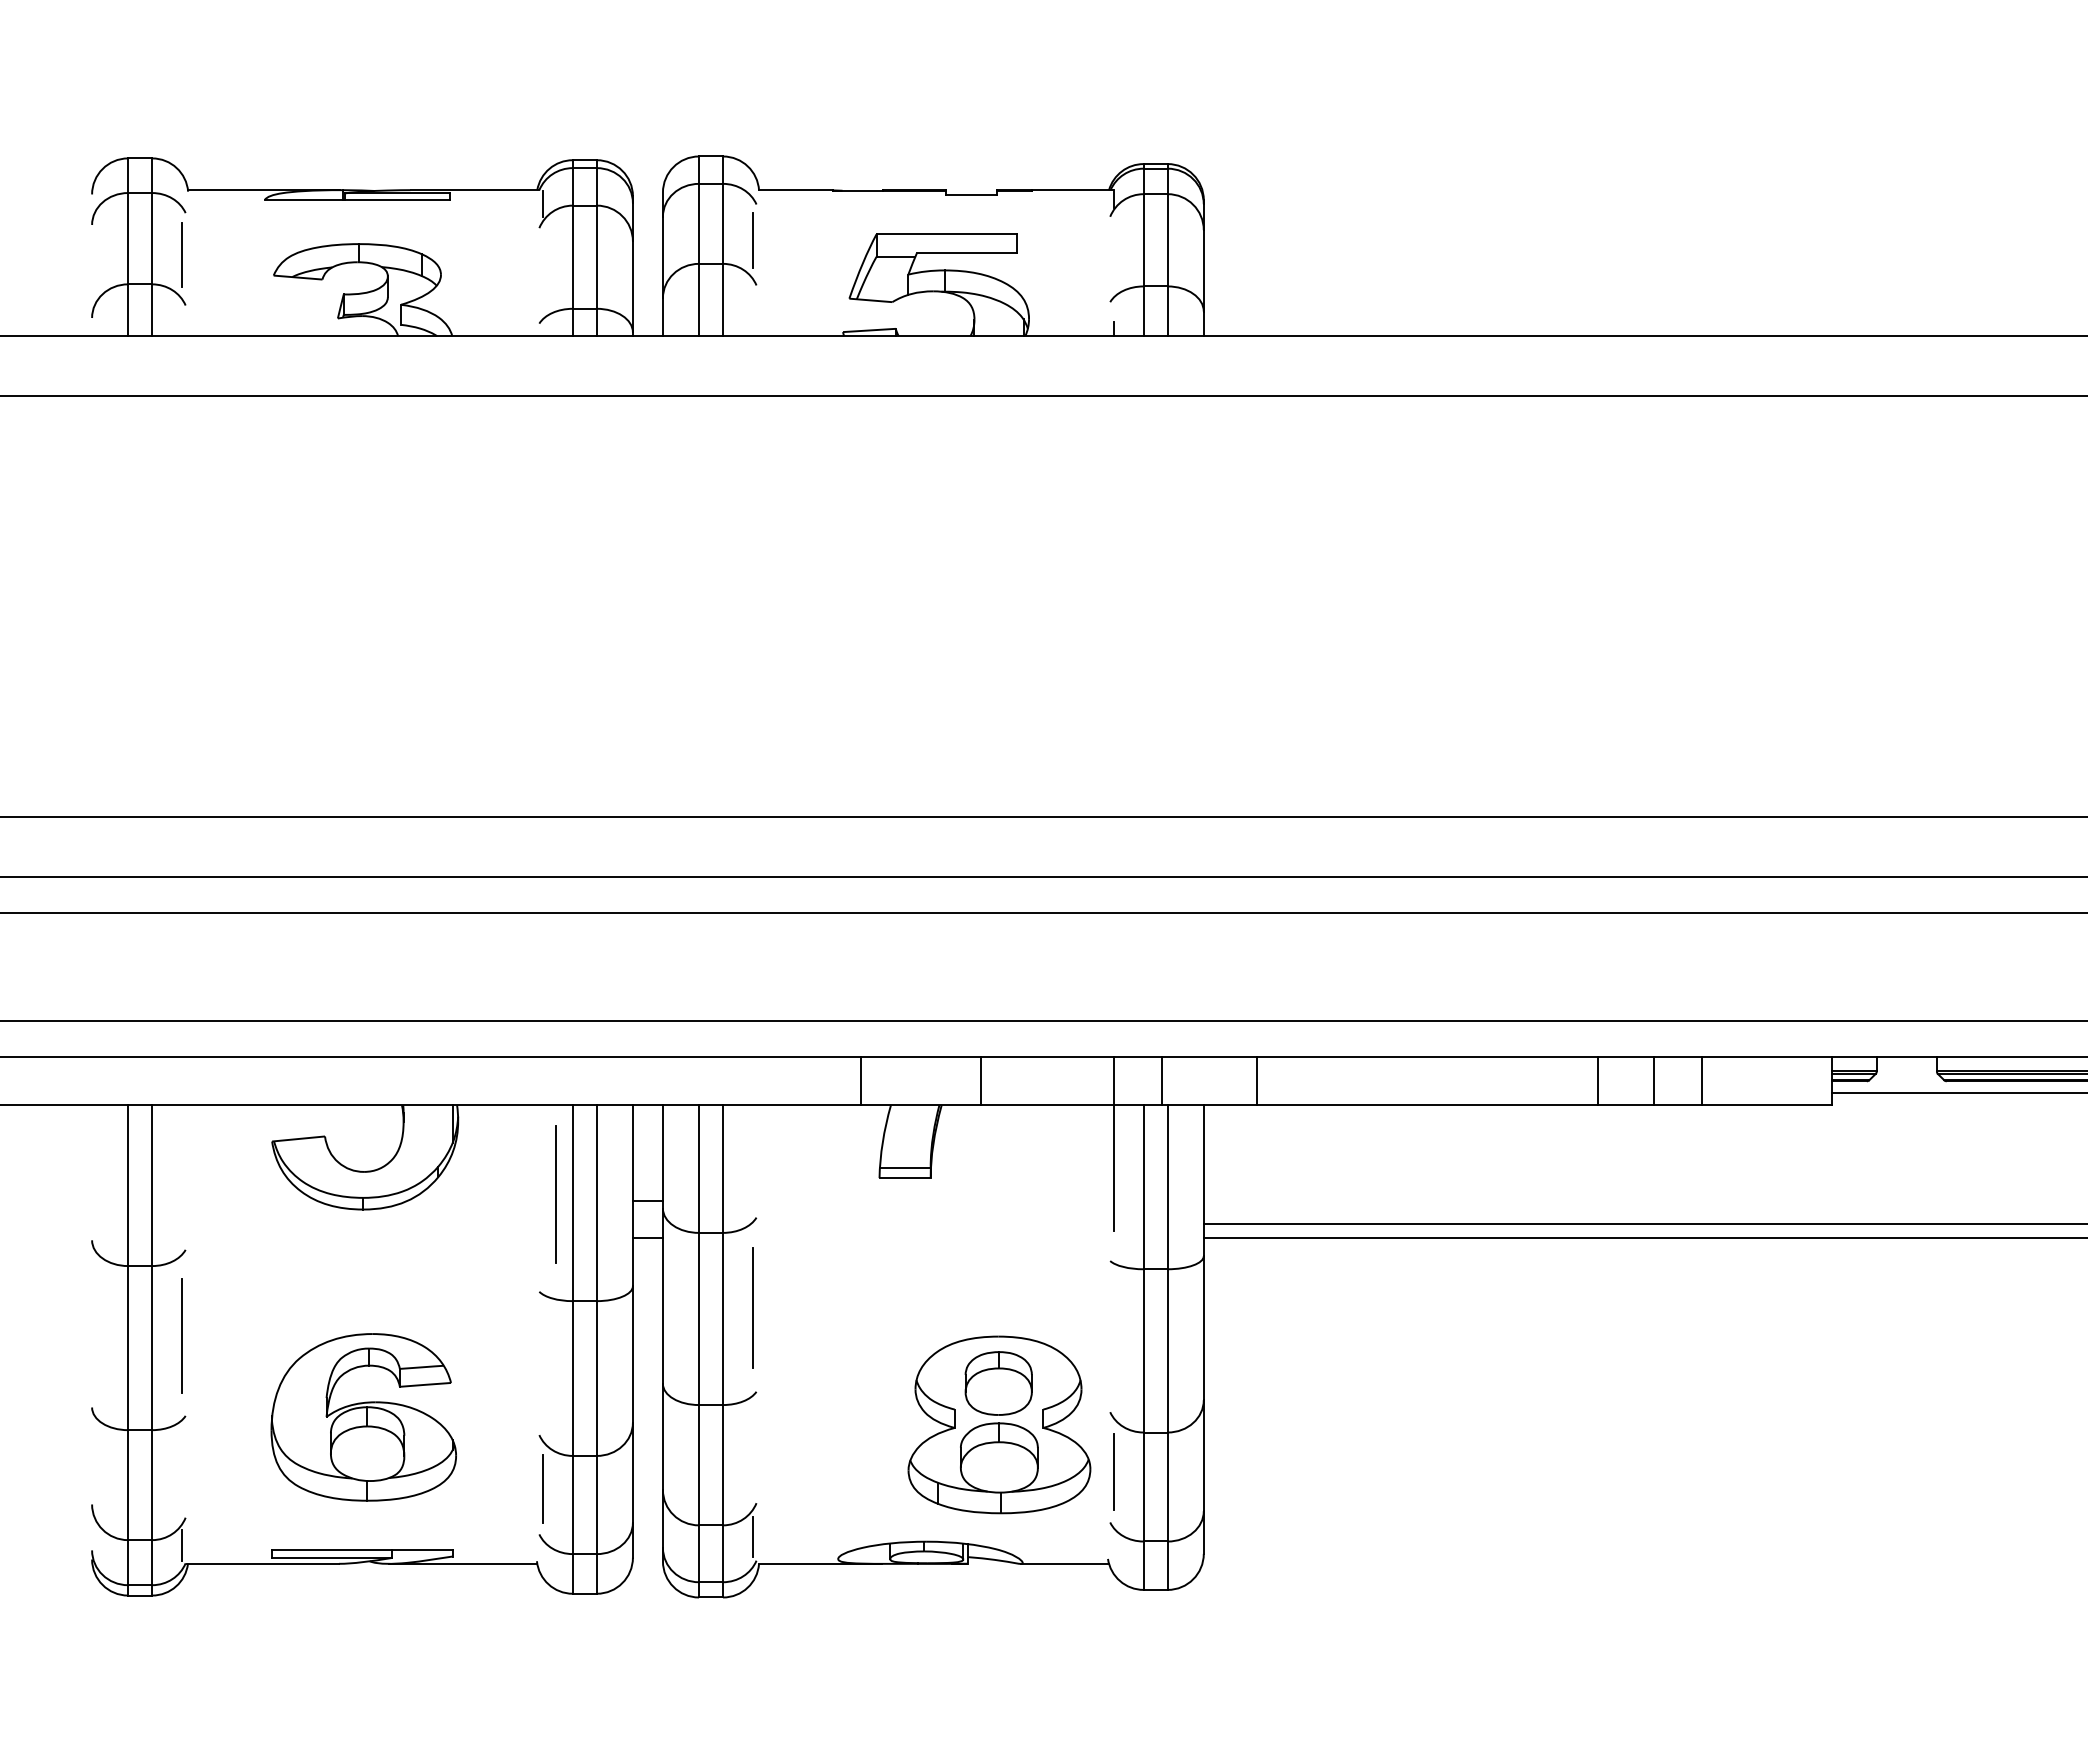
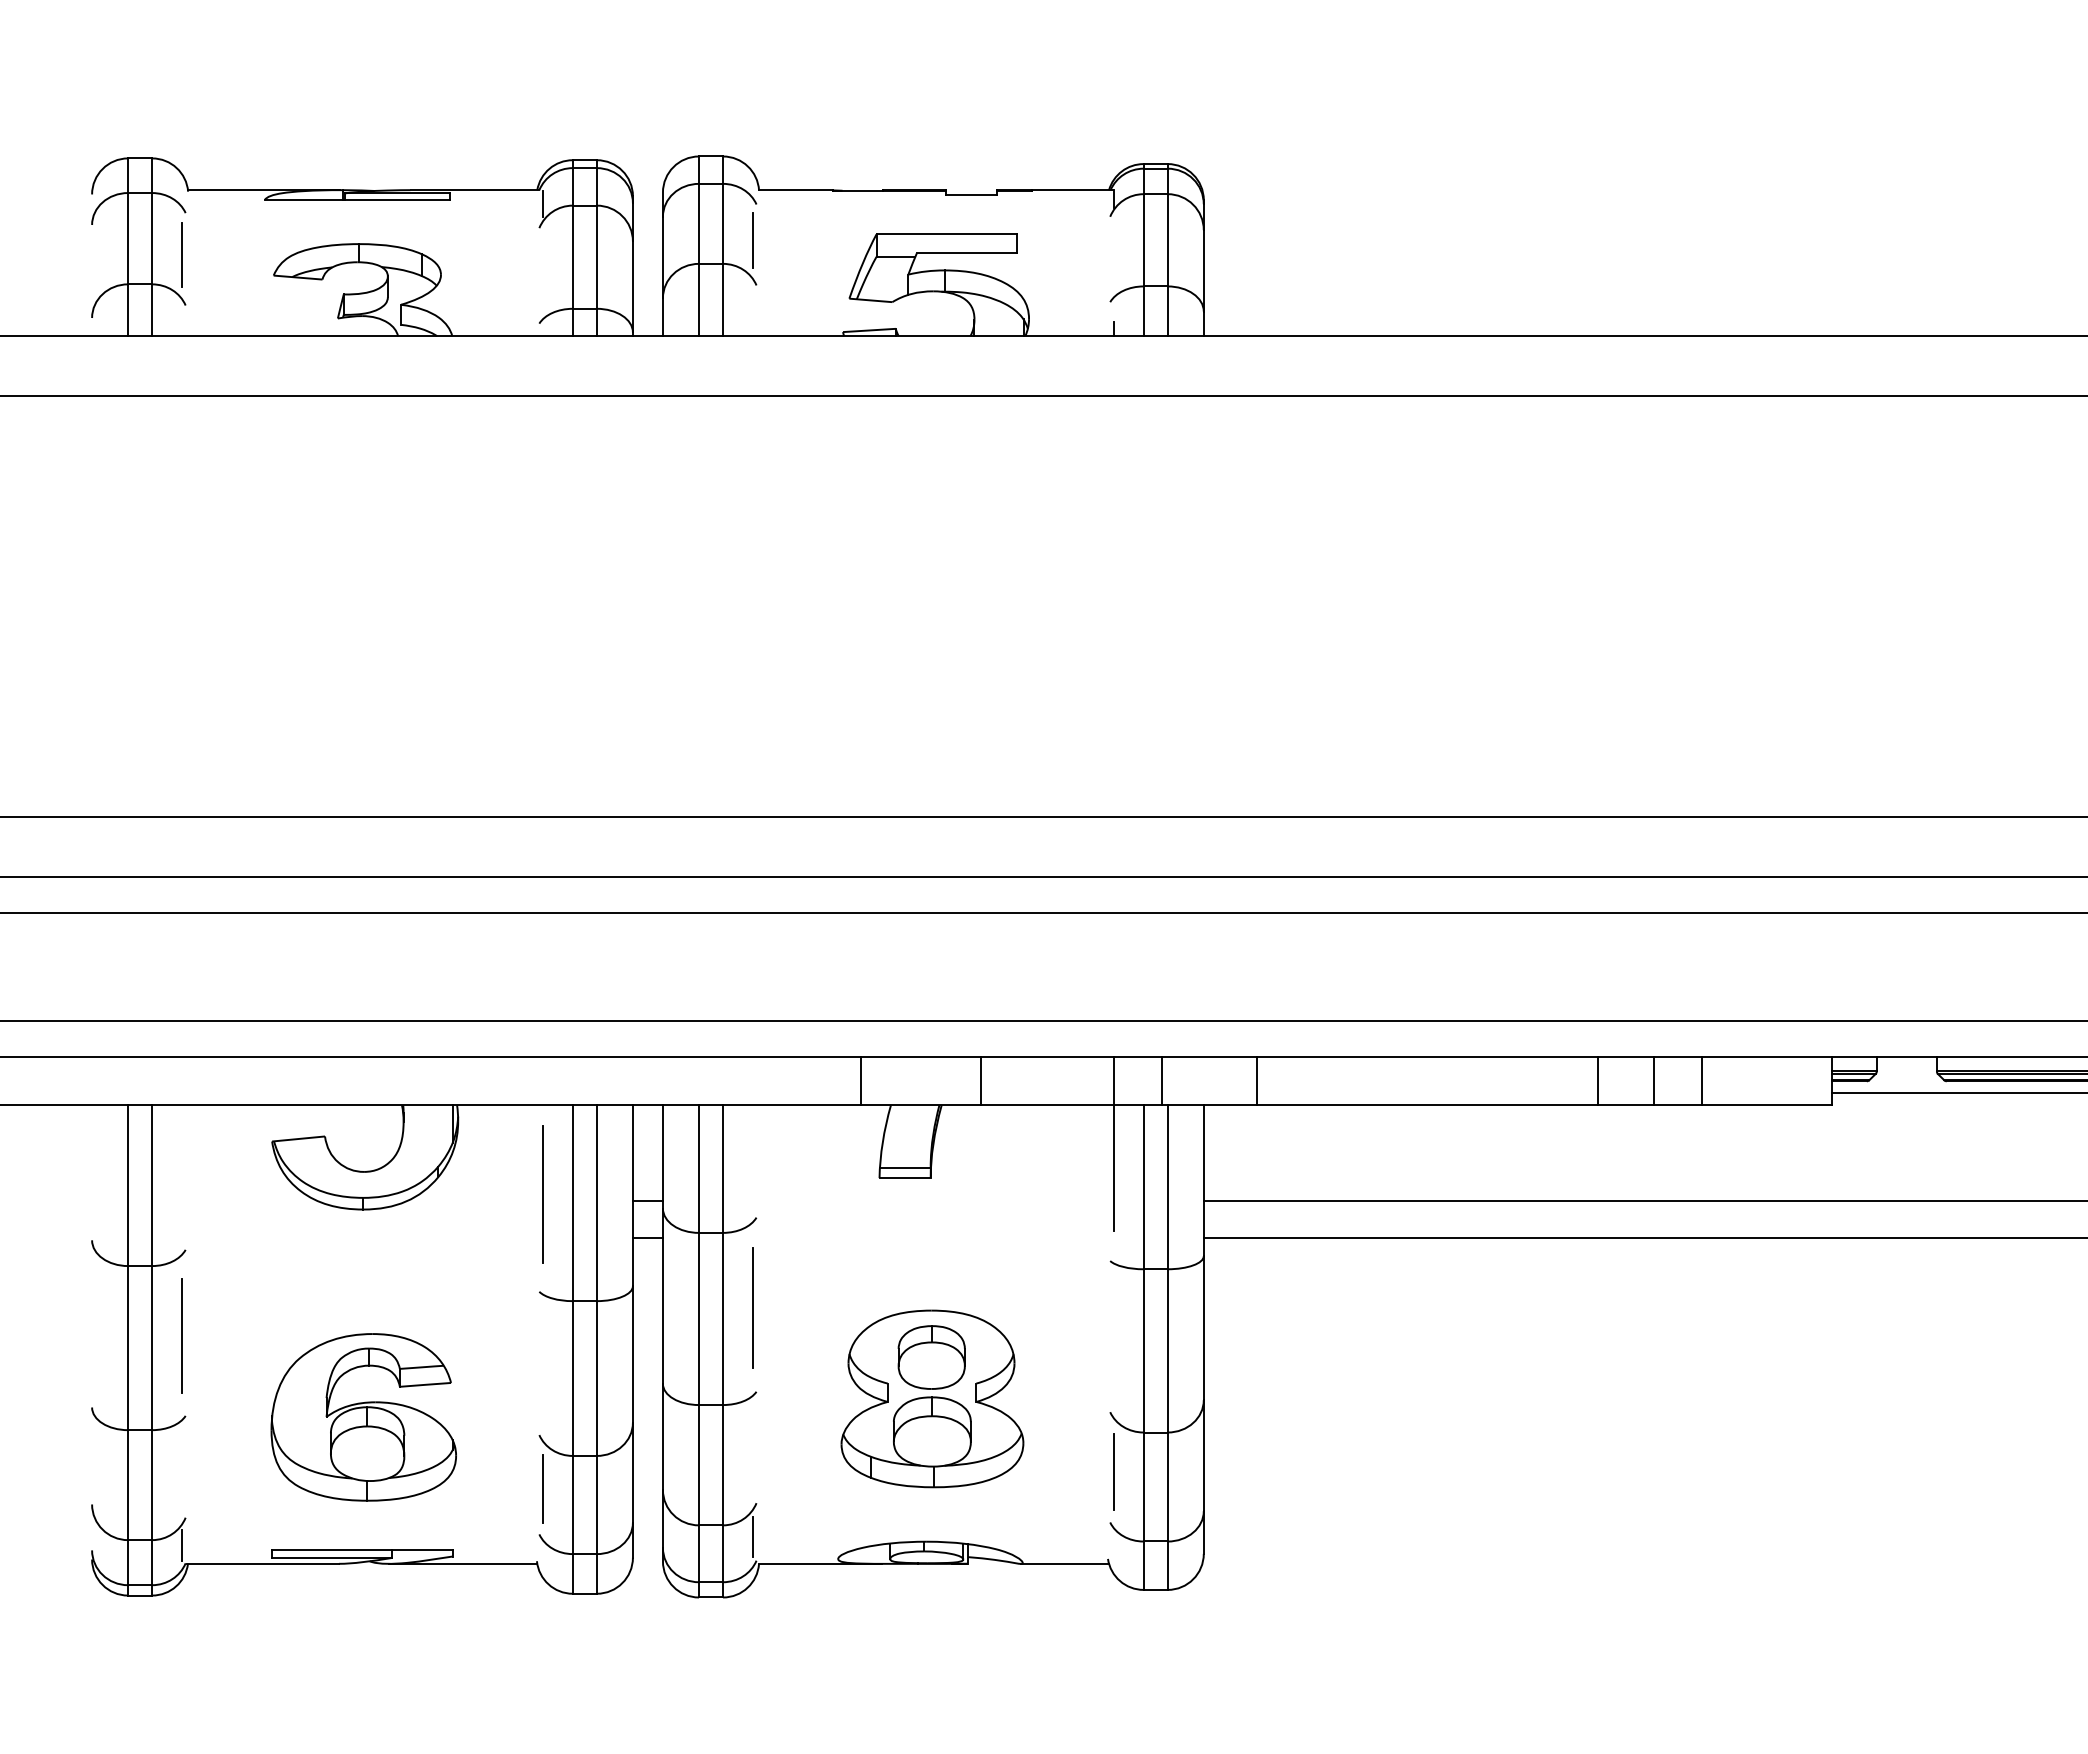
line at (555, 1194) position: (555, 1194) -> (542, 1194)
line at (1643, 1224) position: (1643, 1224) -> (1643, 1201)
part at (999, 1424) position: (999, 1424) -> (932, 1398)
